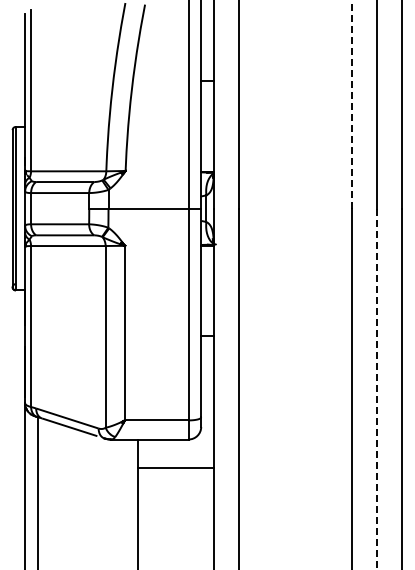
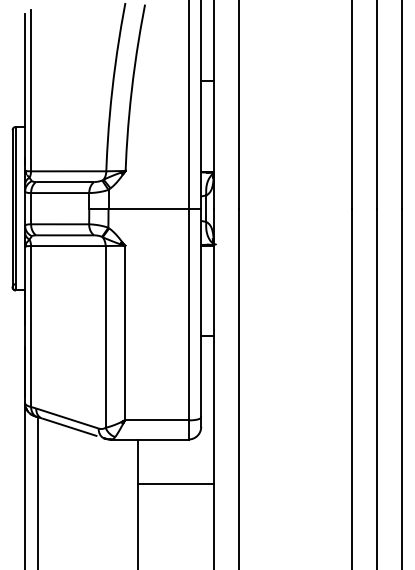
line at (352, 104): dashed -> solid
line at (377, 389): dashed -> solid
line at (175, 468) position: (175, 468) -> (175, 484)
